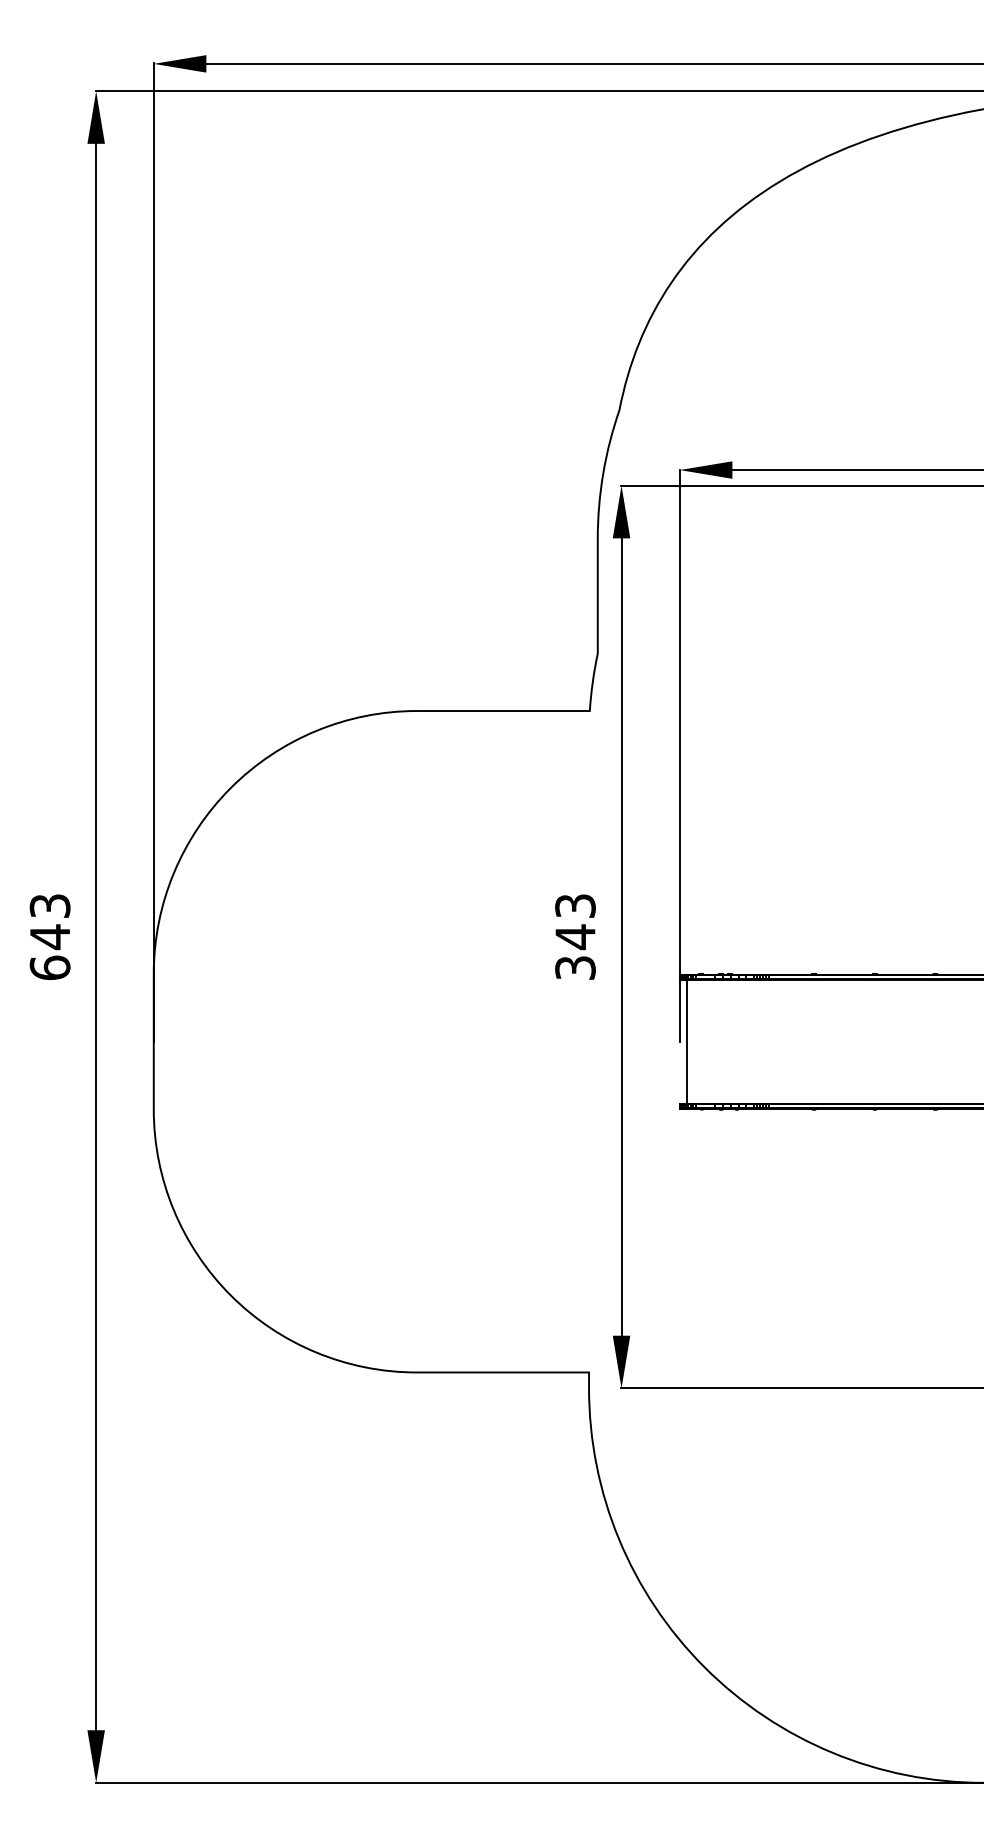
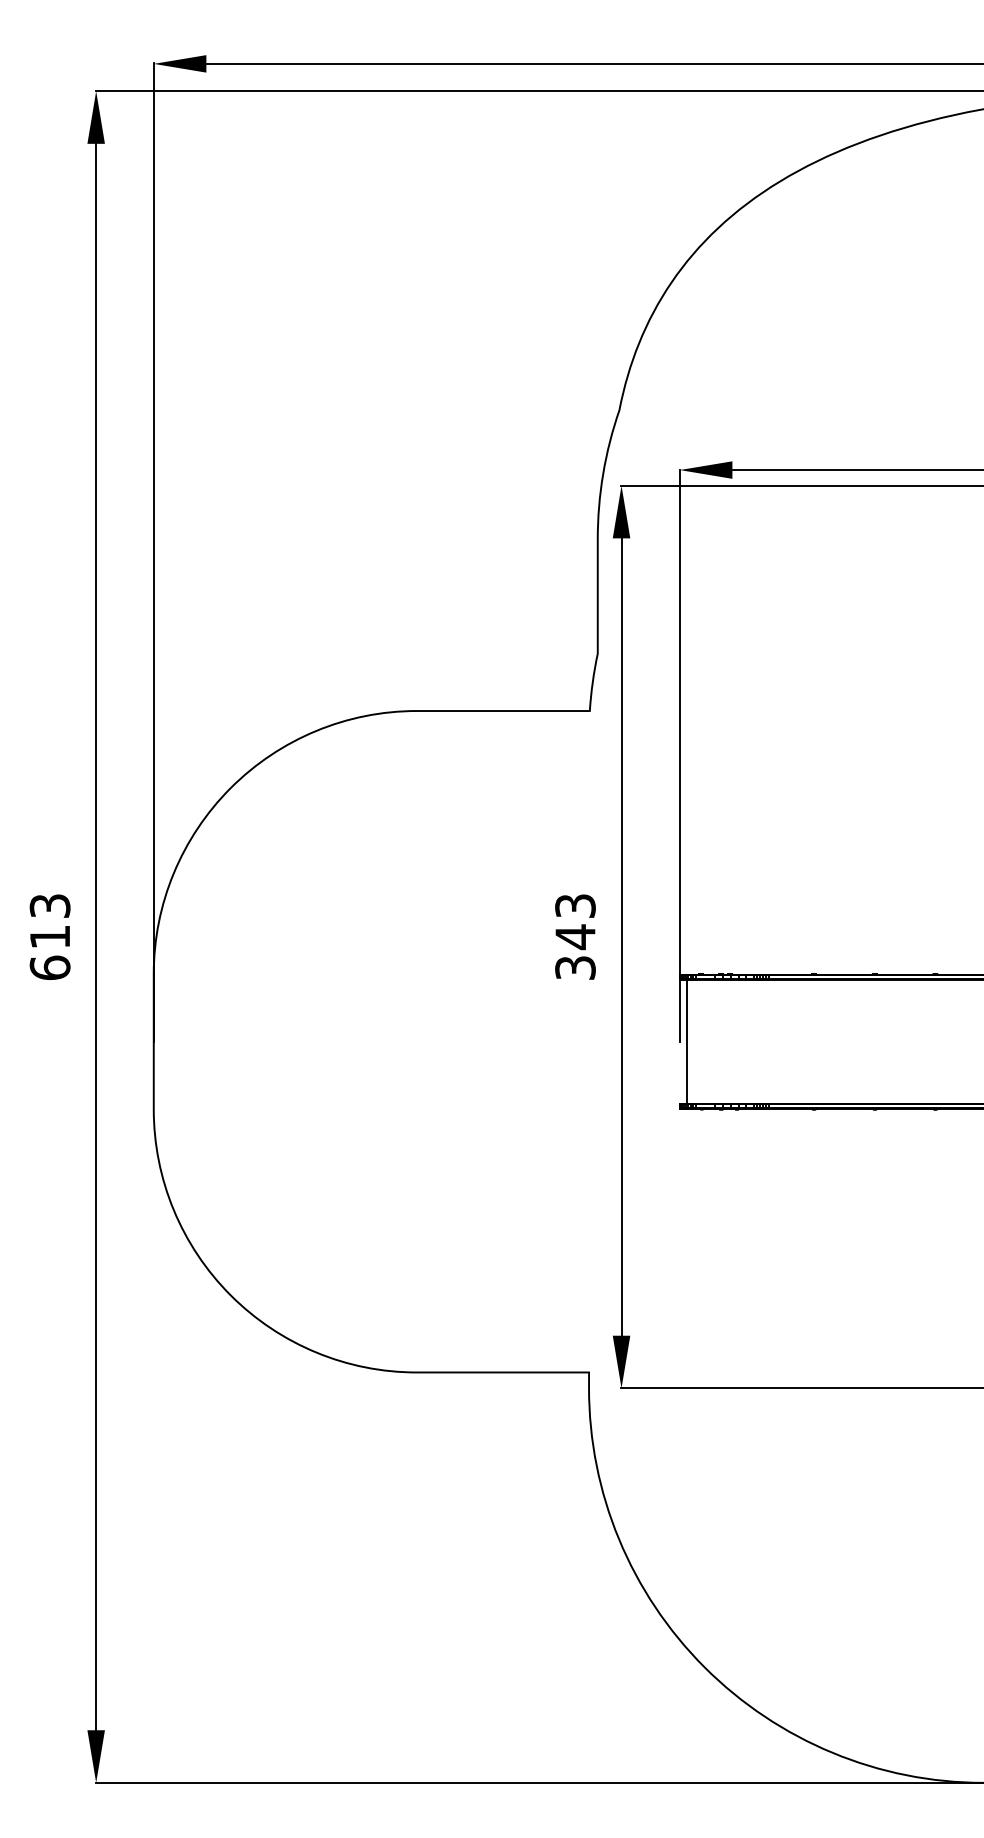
text at (49, 937): 643 -> 613
